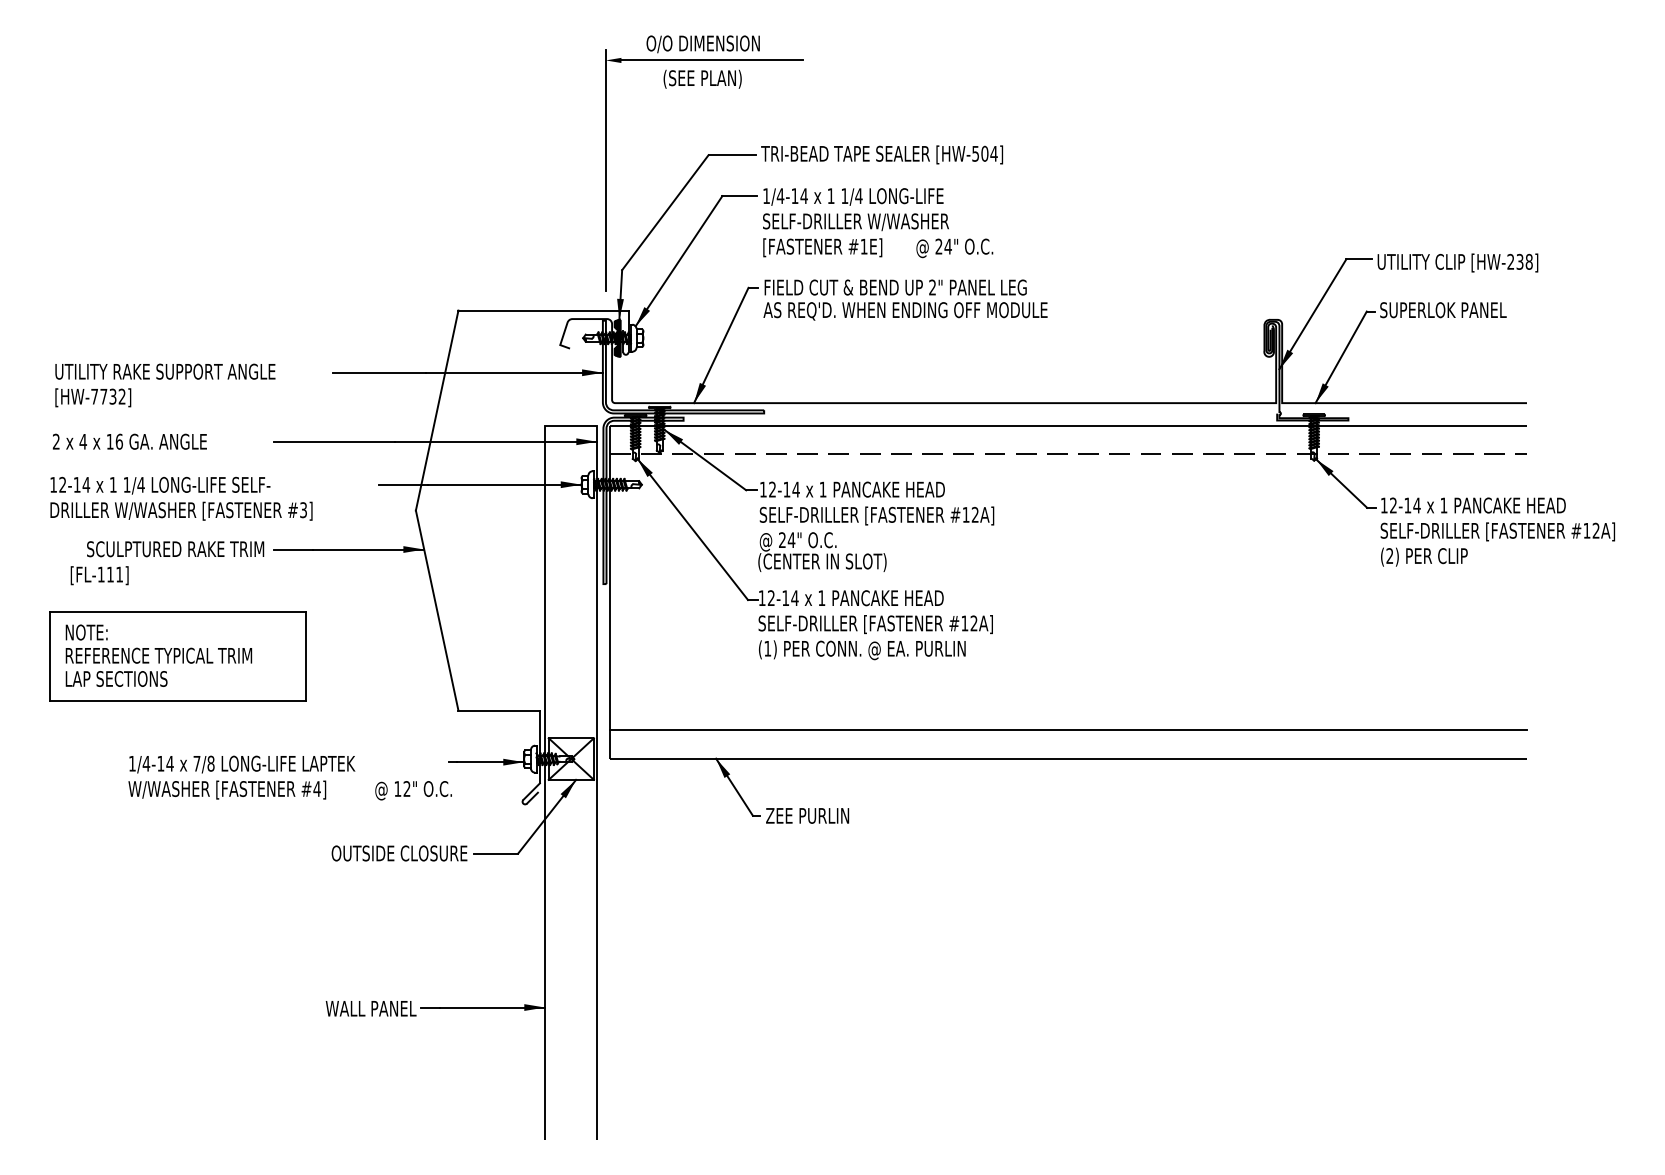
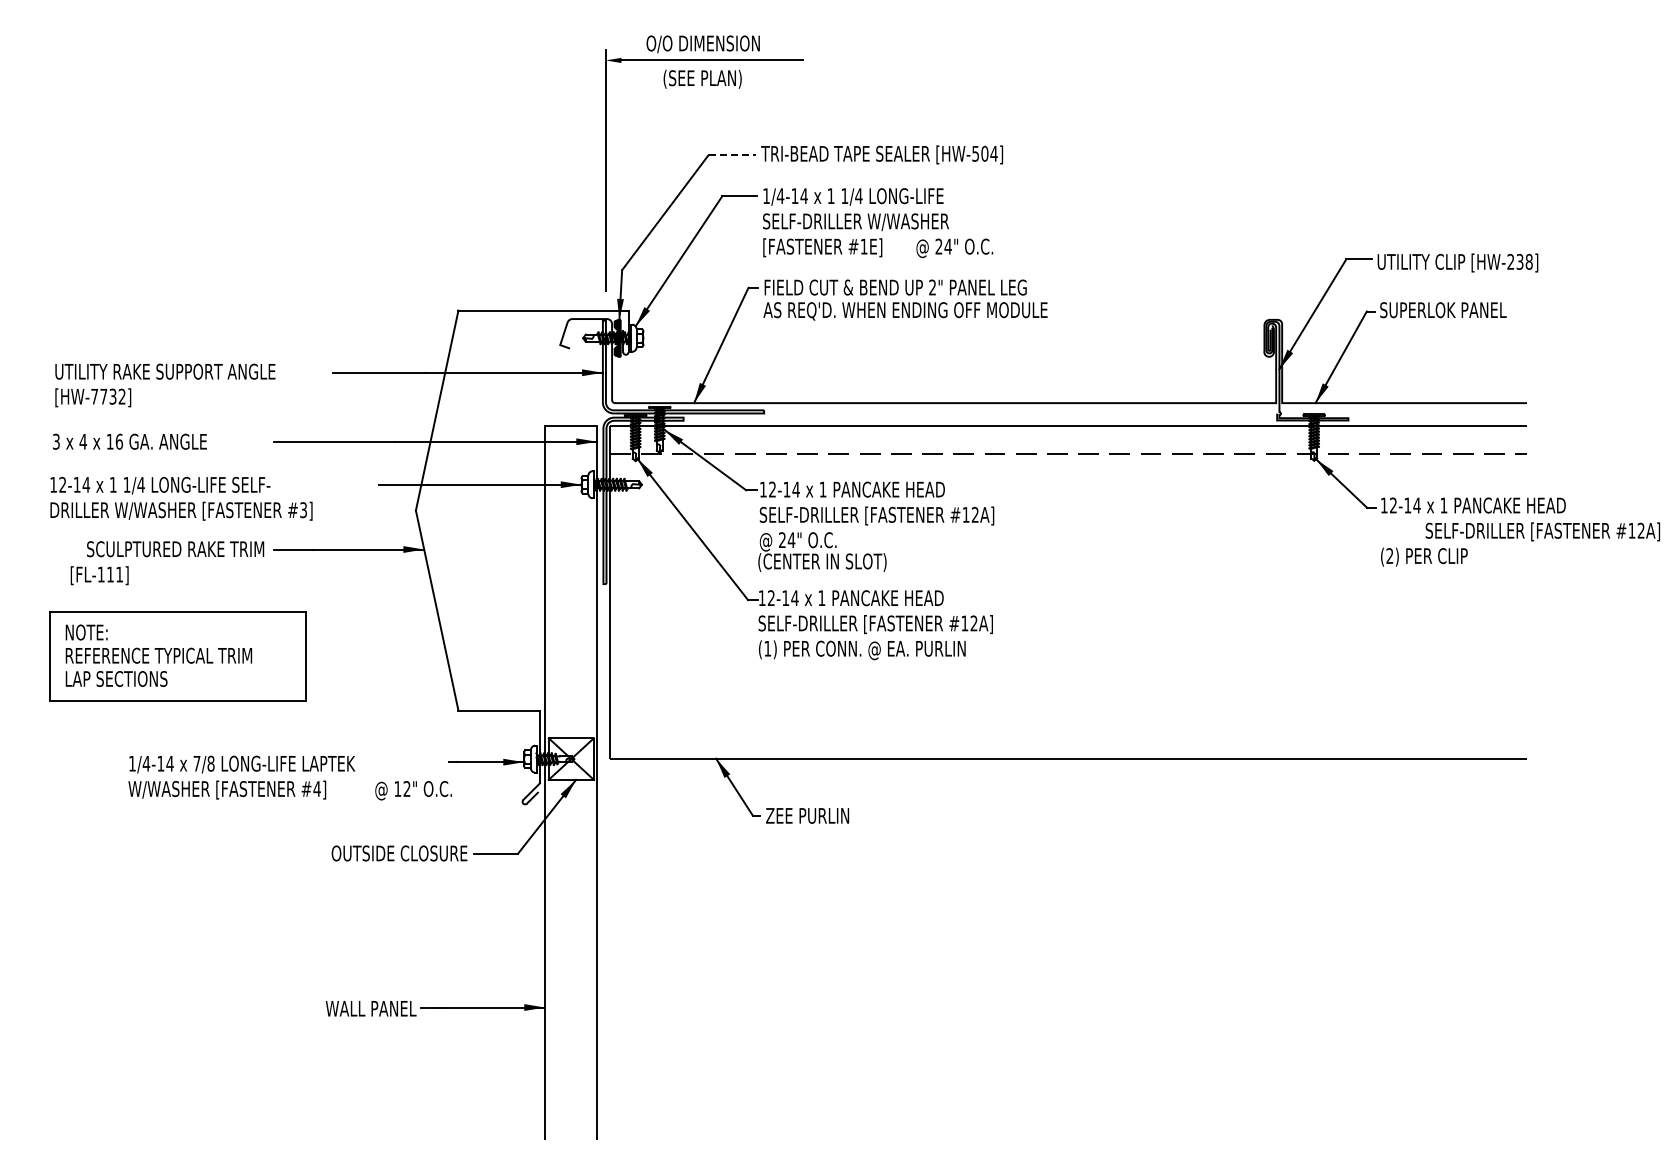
line at (732, 155): solid -> dashed
text at (56, 441): 2 -> 3
text at (1497, 531) position: (1497, 531) -> (1542, 531)
line at (1067, 729): present -> none
